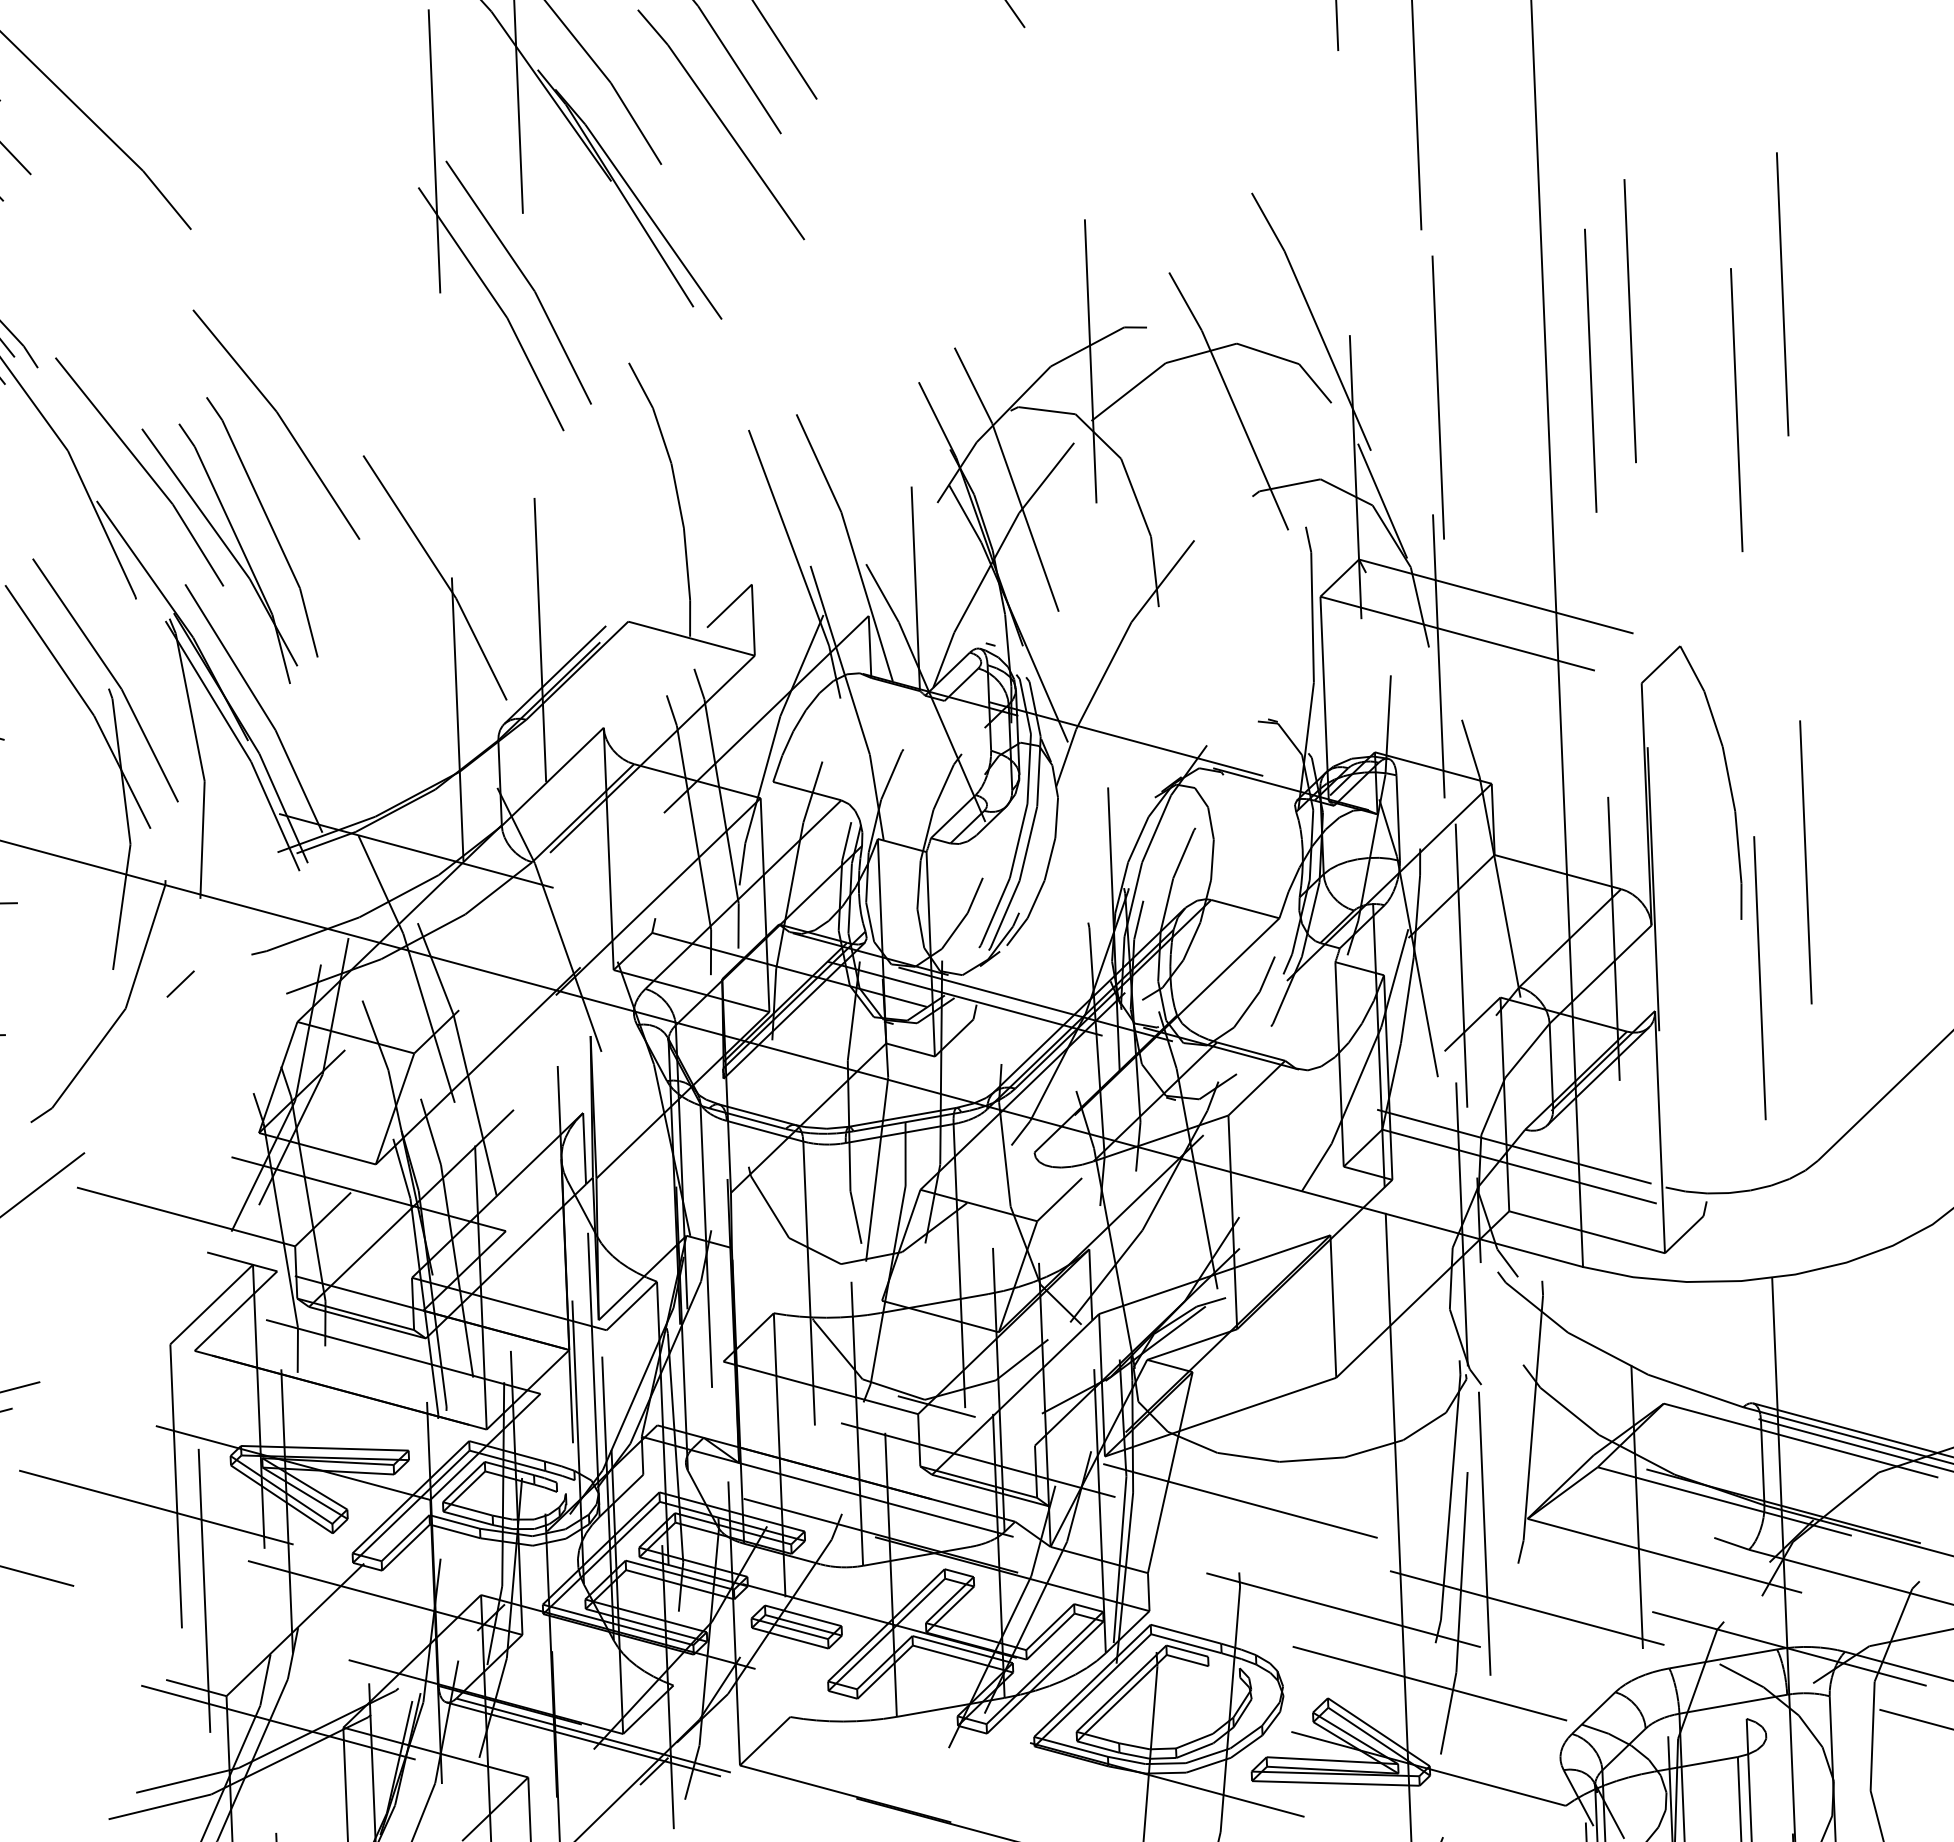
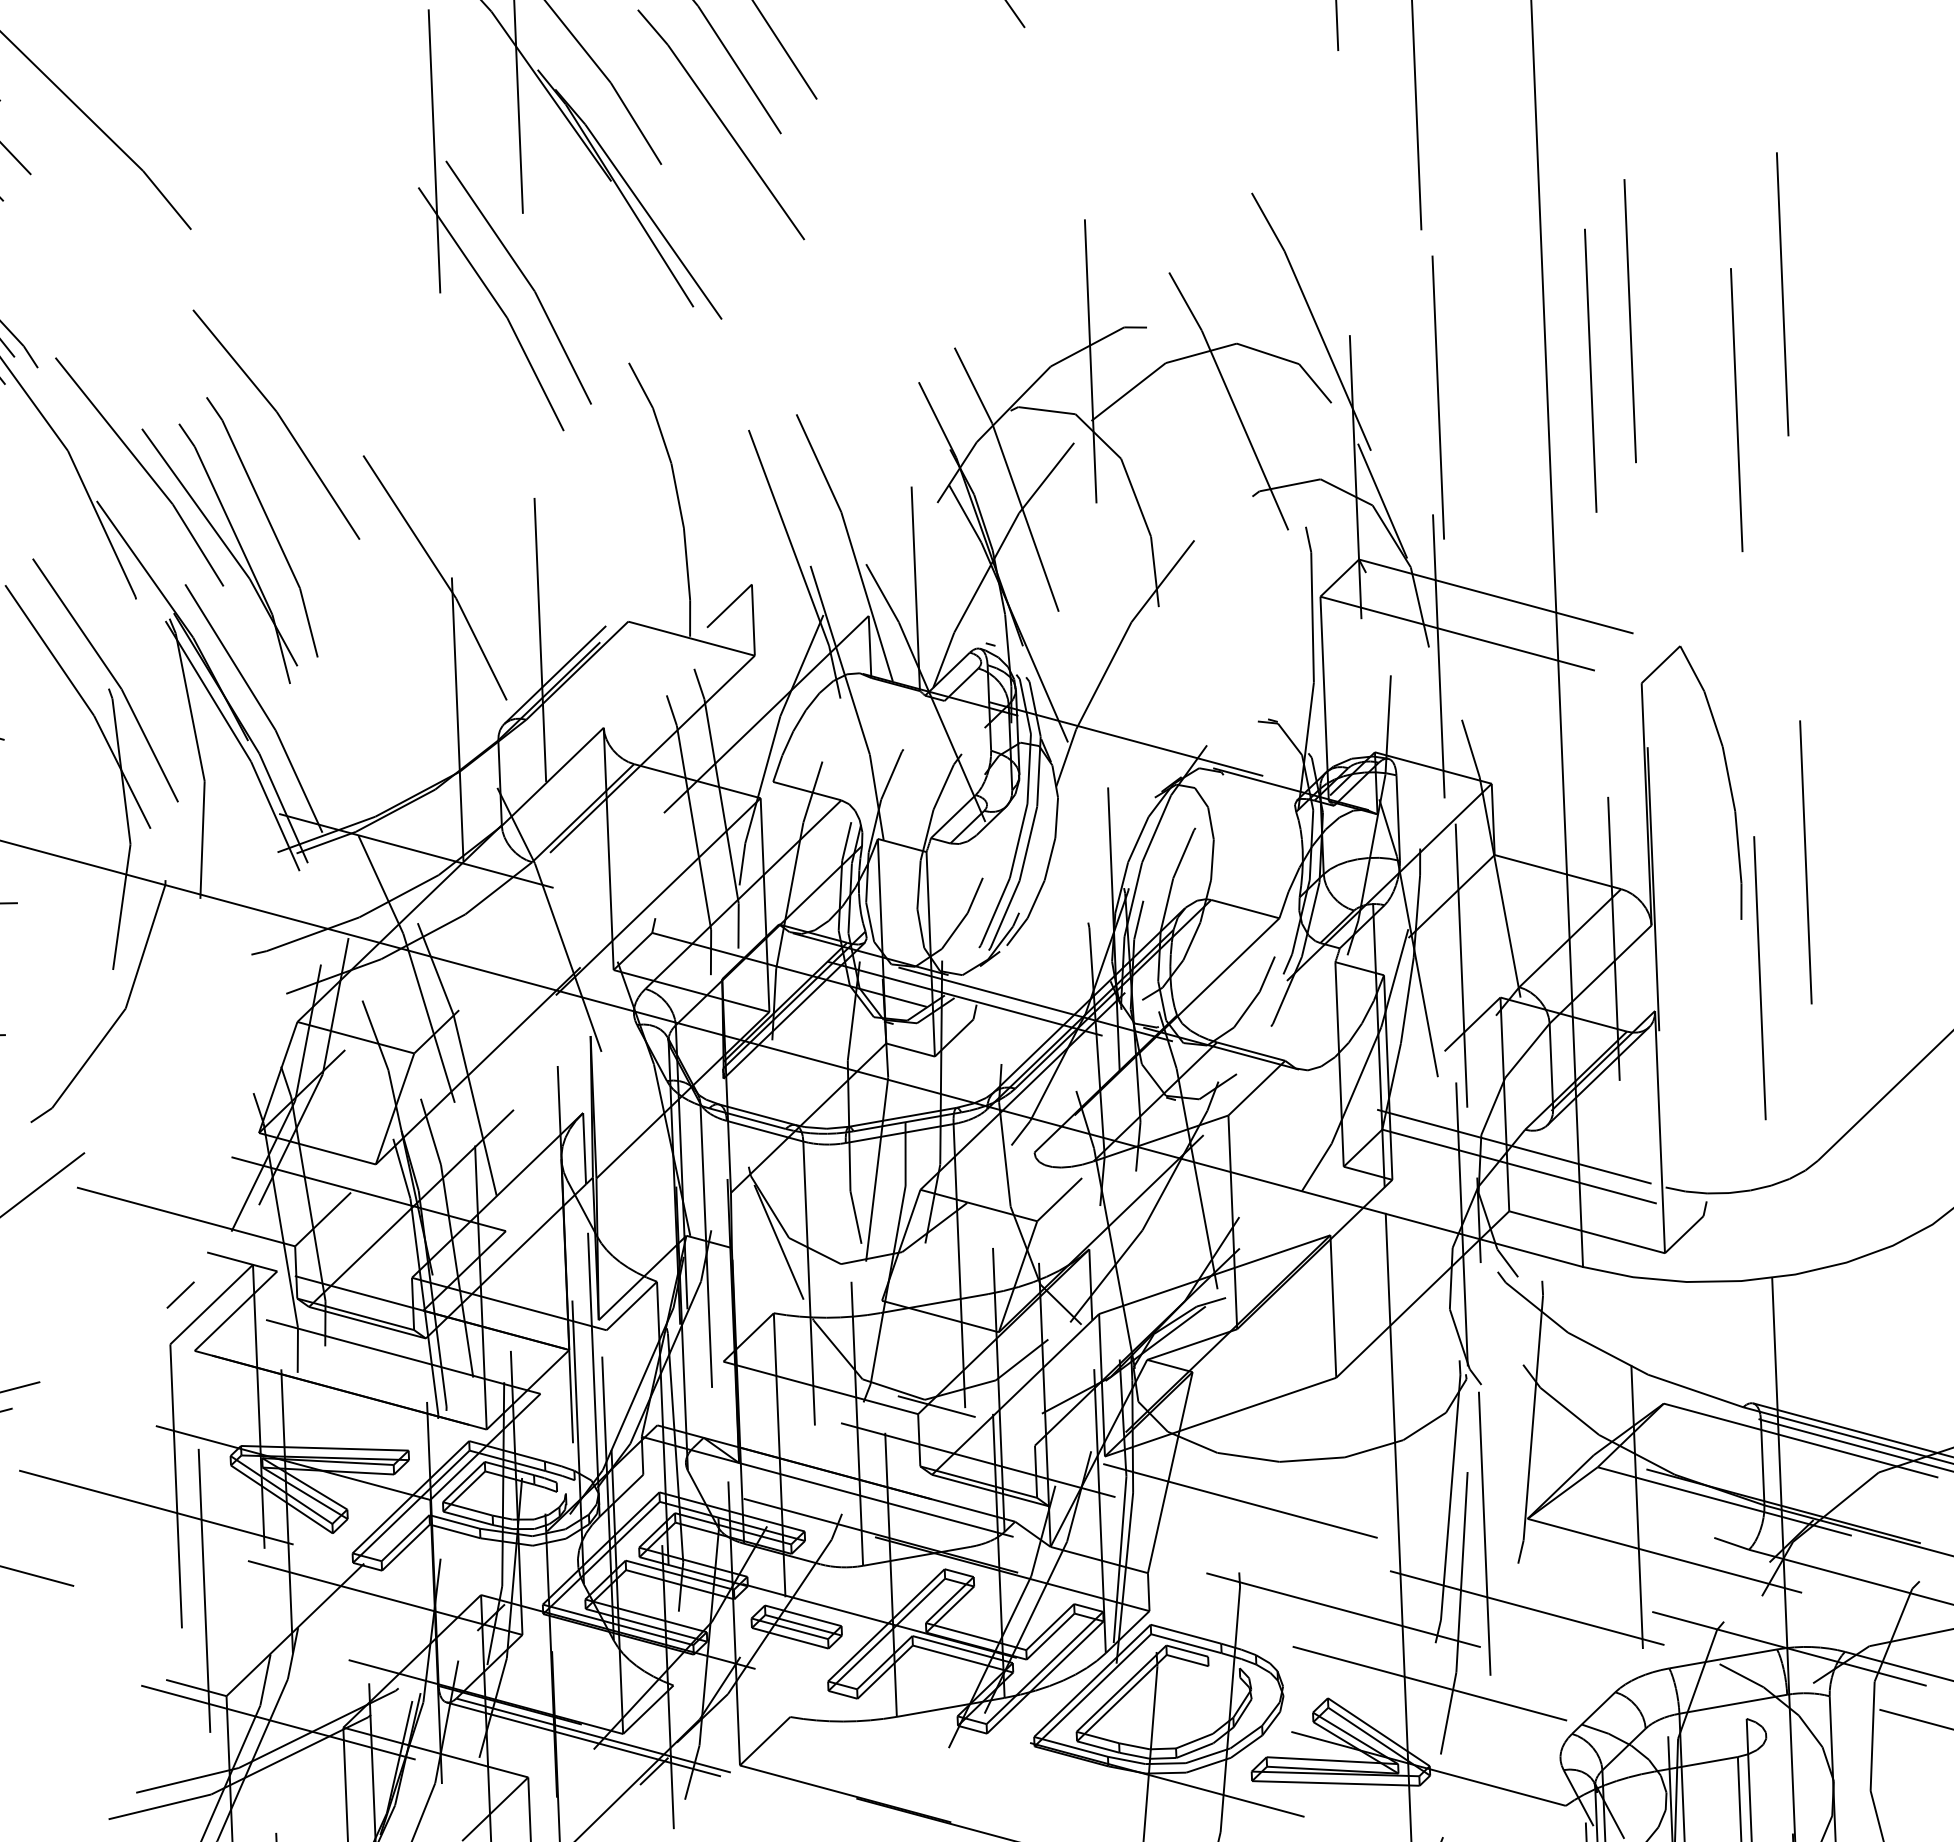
line at (180, 983) position: (180, 983) -> (180, 1294)
line at (778, 1241): none -> present
